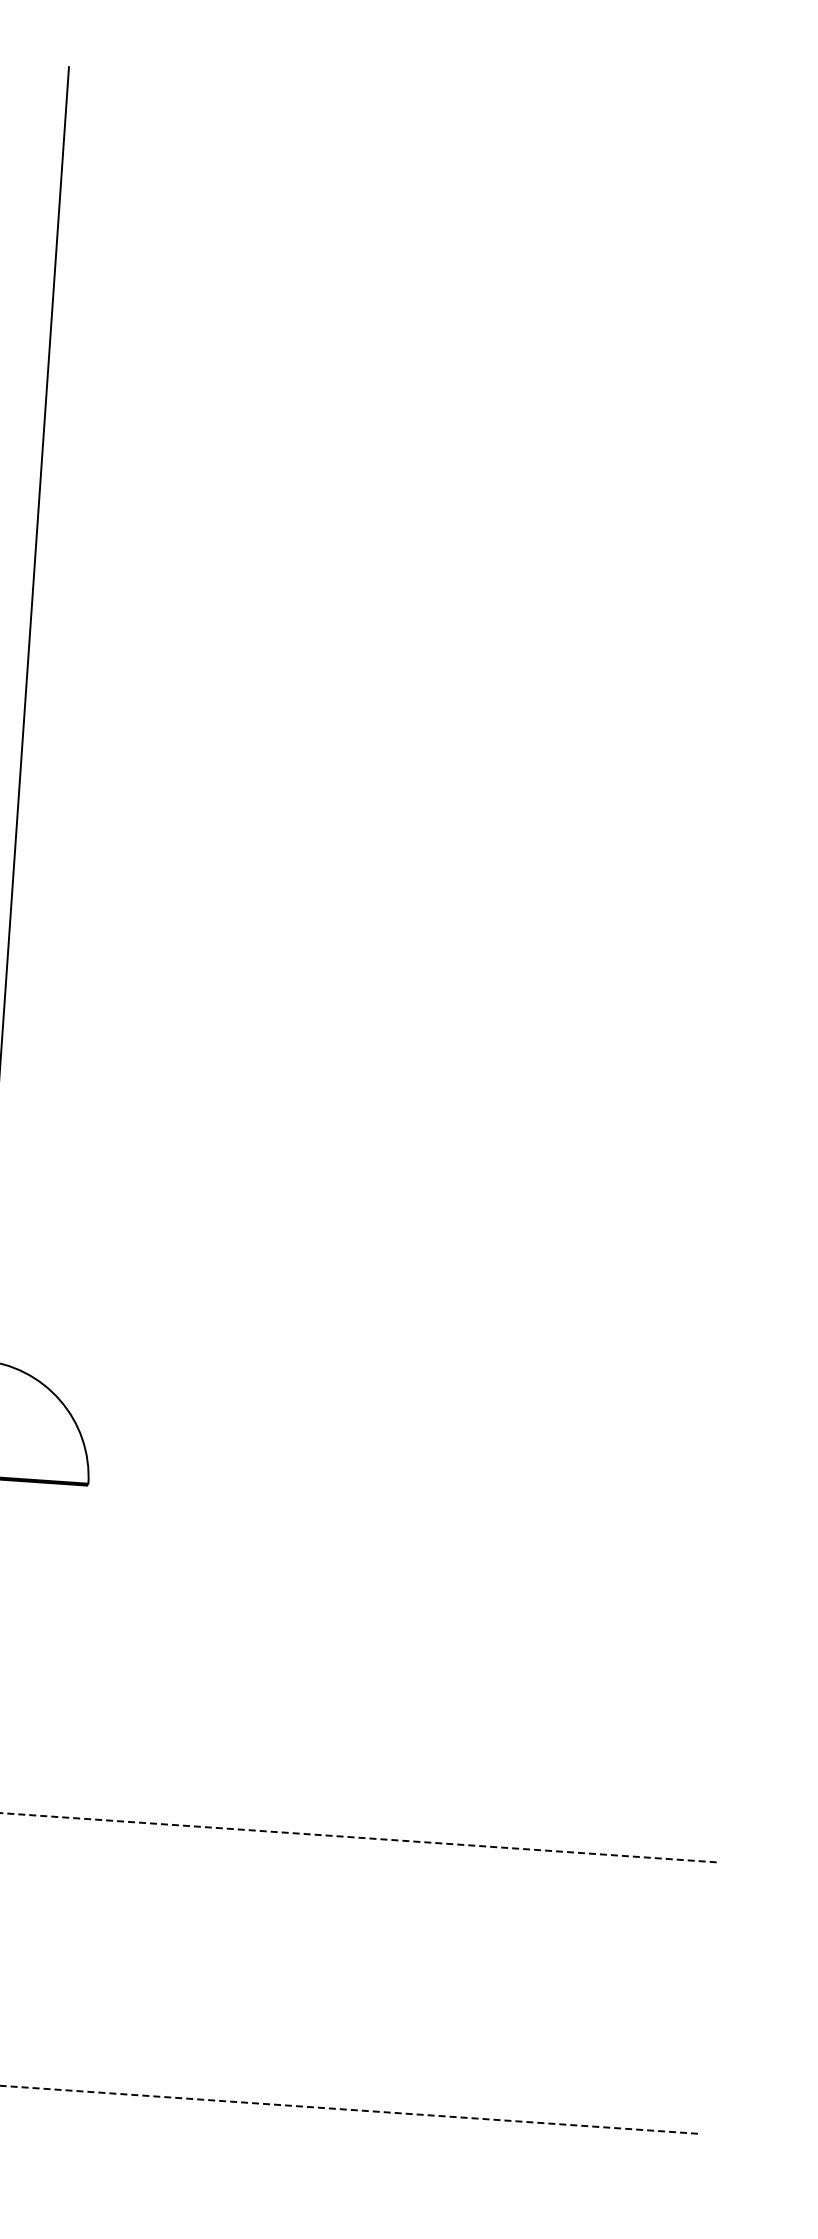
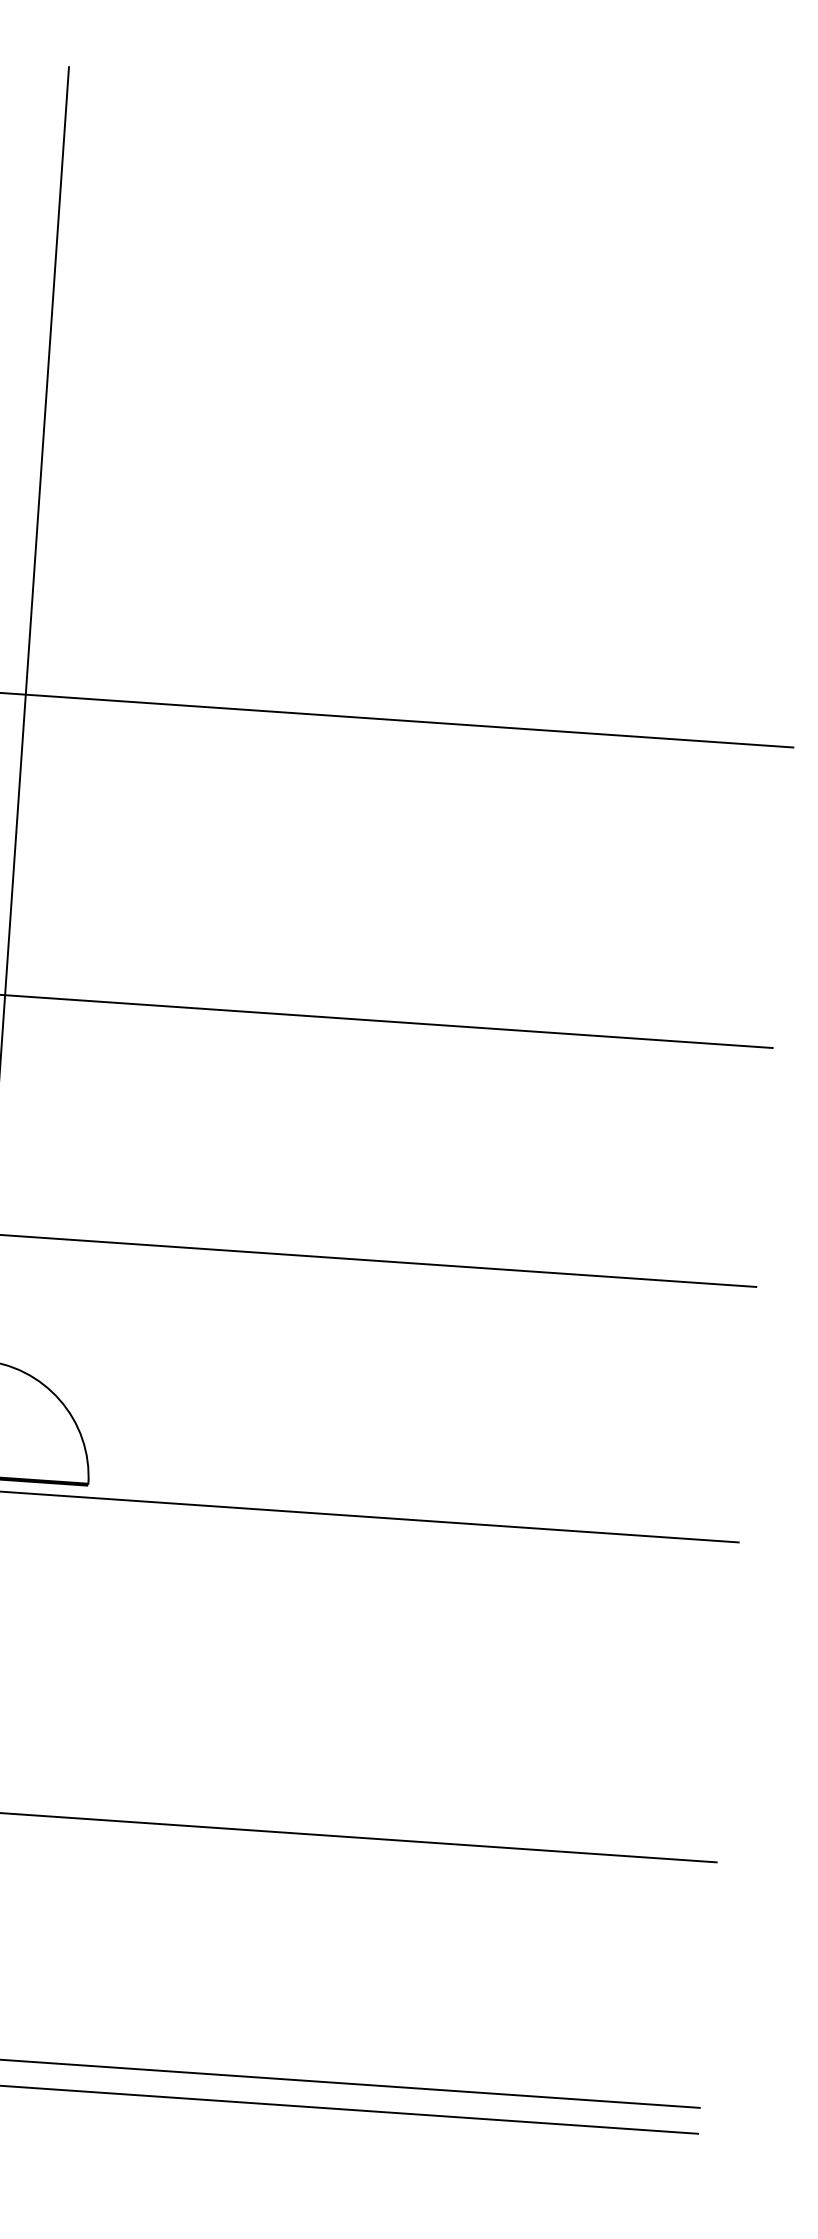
line at (397, 720): none -> present
line at (387, 1021): none -> present
line at (379, 1260): none -> present
line at (370, 1516): none -> present
line at (358, 1837): dashed -> solid
line at (350, 2083): none -> present
line at (348, 2109): dashed -> solid
